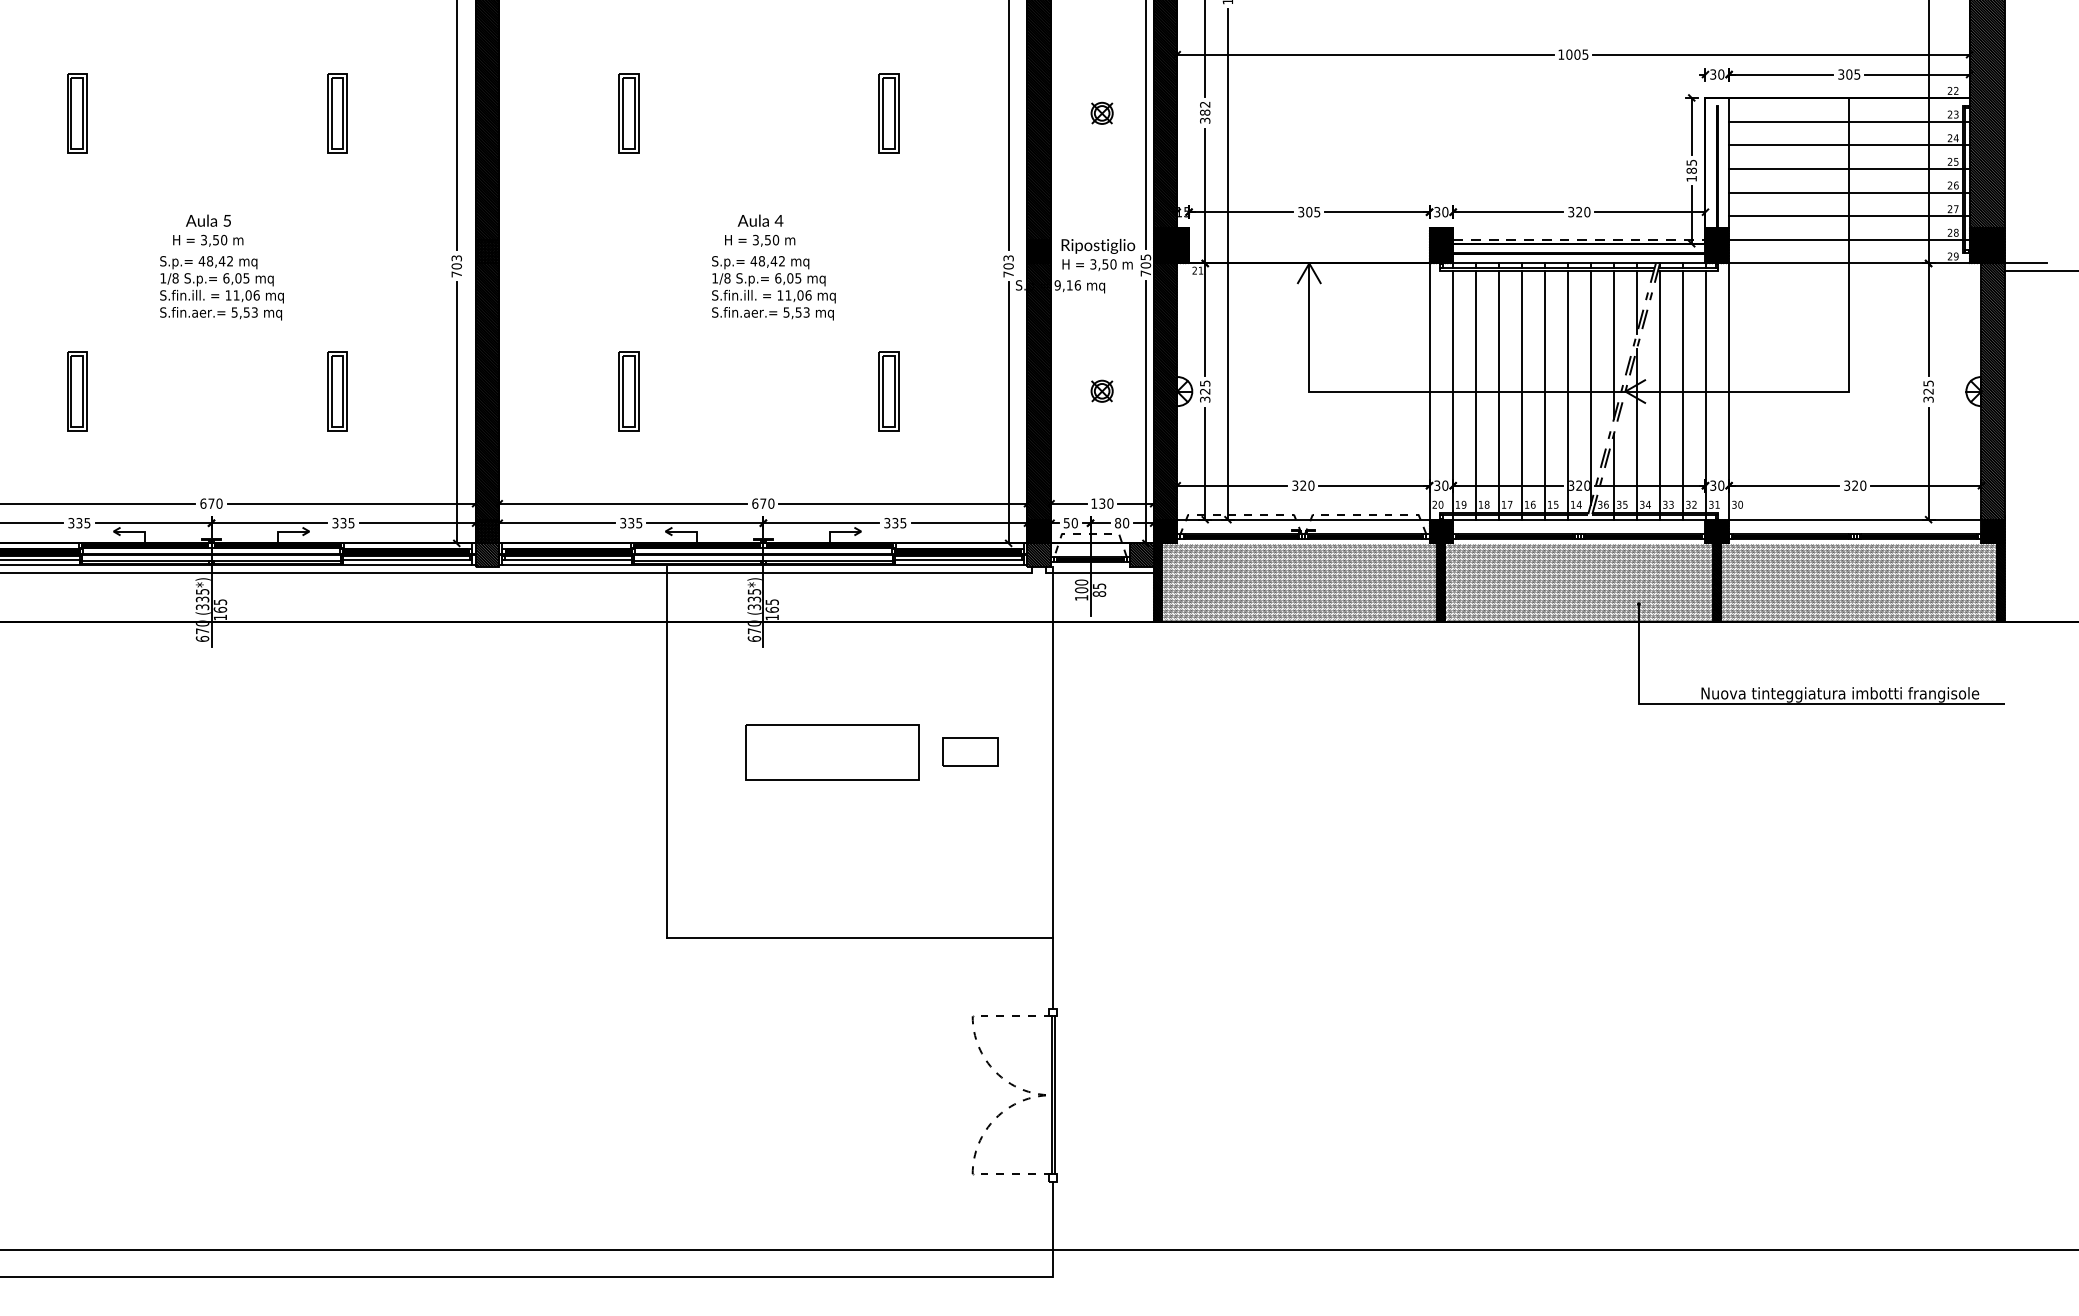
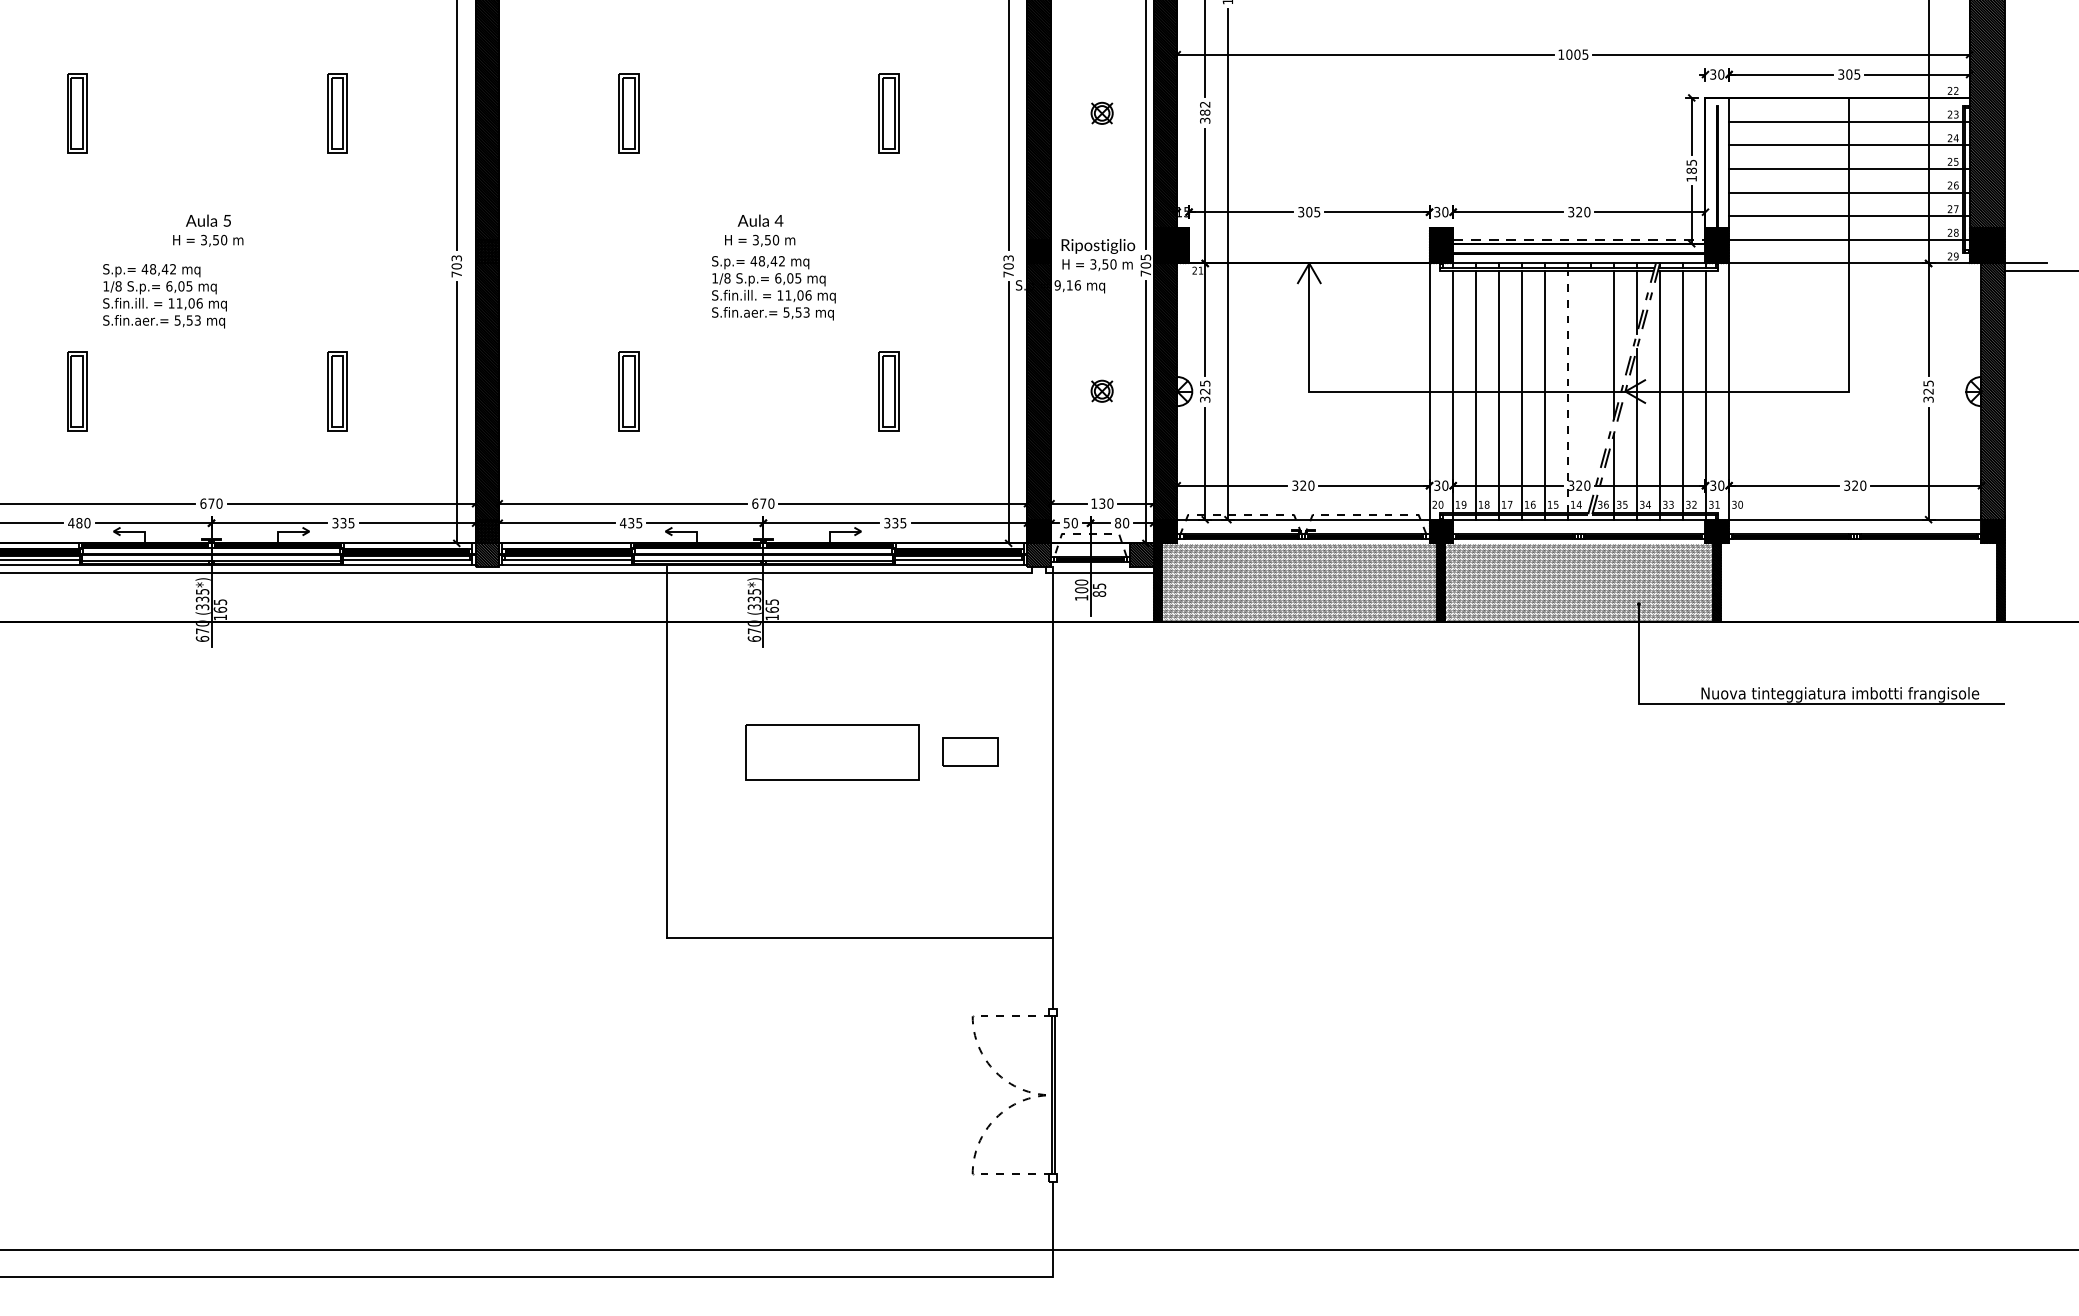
text at (221, 288) position: (221, 288) -> (164, 296)
line at (1590, 387): present -> none
line at (1567, 391): solid -> dashed
text at (79, 523): 335 -> 480
text at (622, 523): 335 -> 435
hatch at (1859, 581): present -> none
